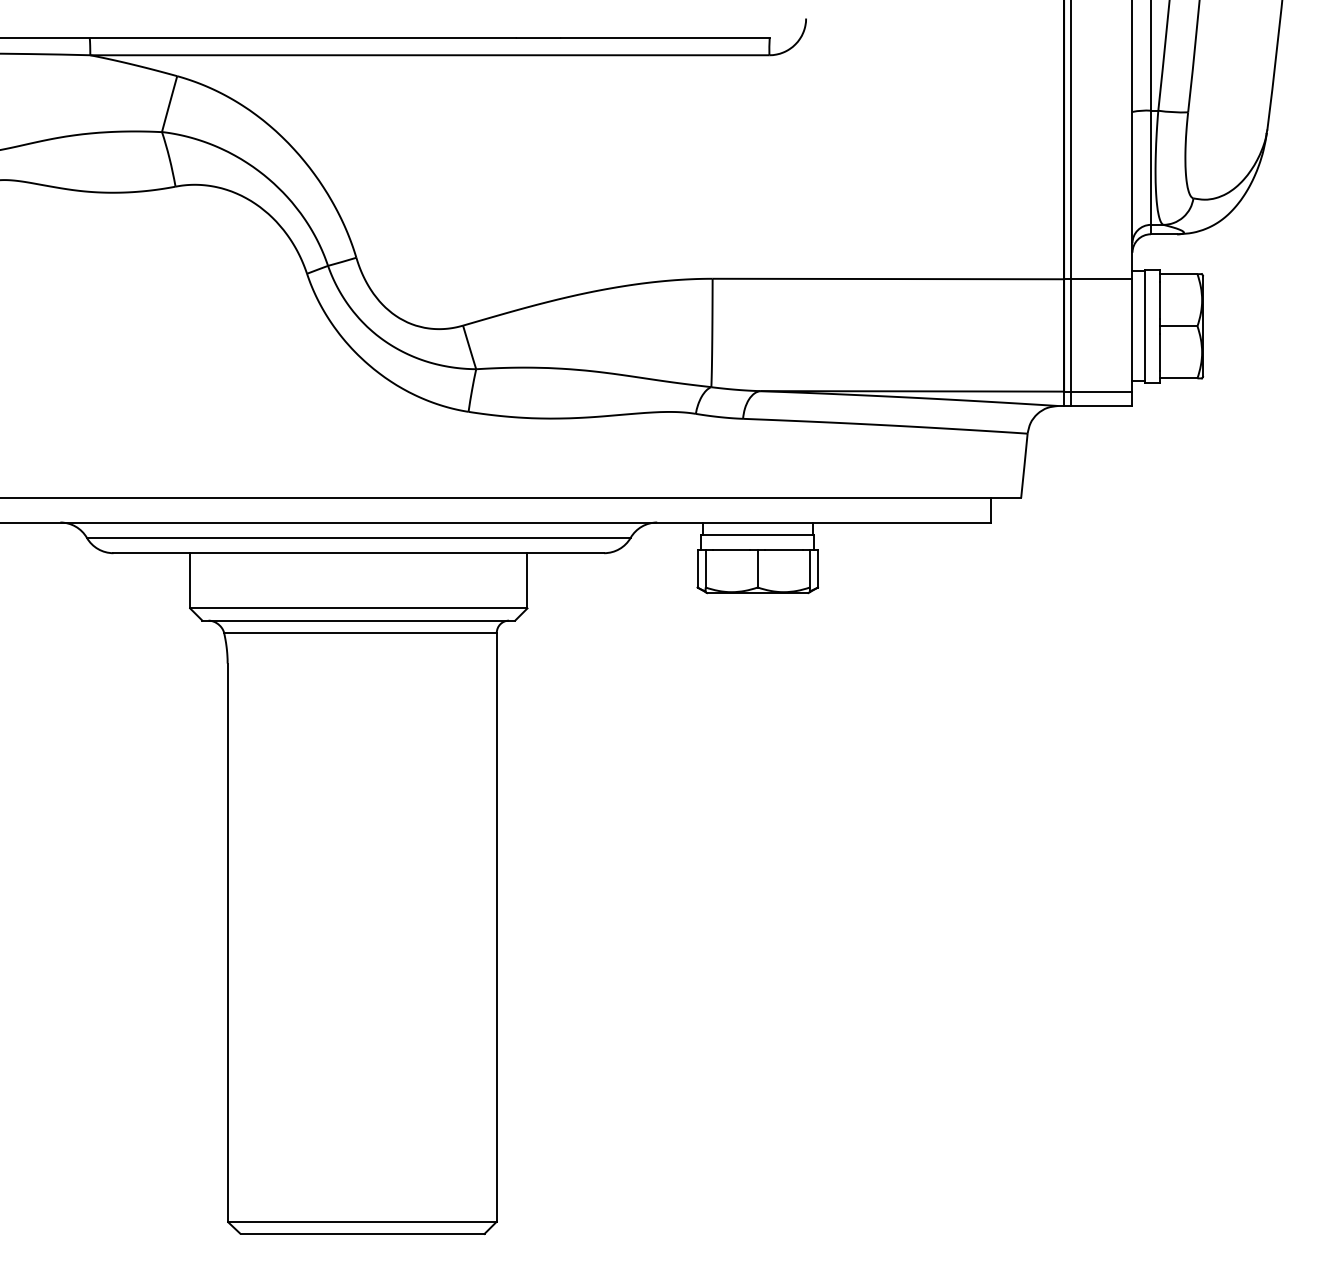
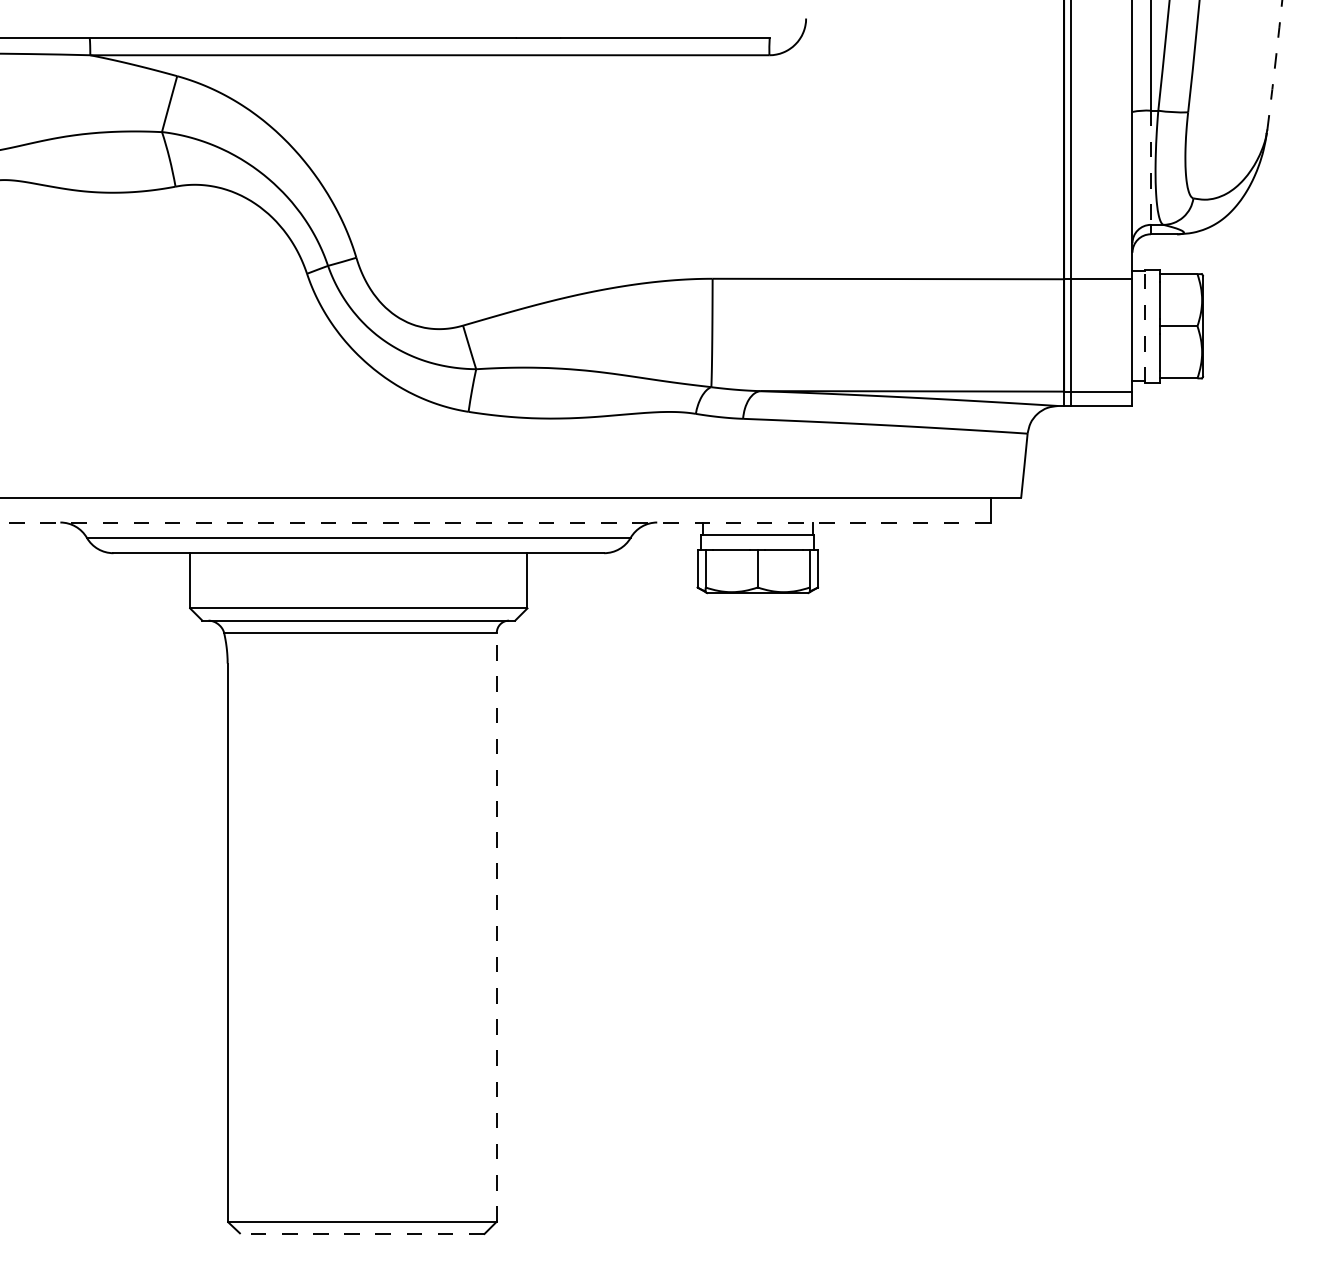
arc at (1275, 65): solid -> dashed
line at (1150, 168): solid -> dashed
line at (1144, 325): solid -> dashed
line at (495, 522): solid -> dashed
line at (496, 926): solid -> dashed
line at (362, 1233): solid -> dashed
